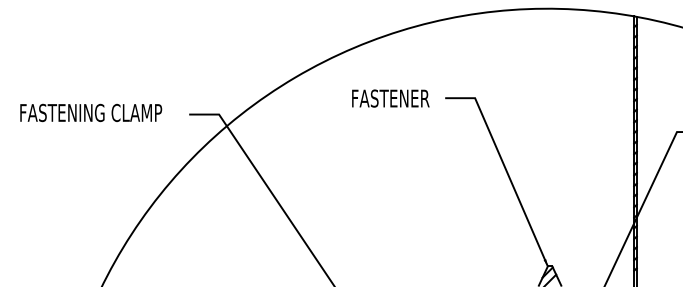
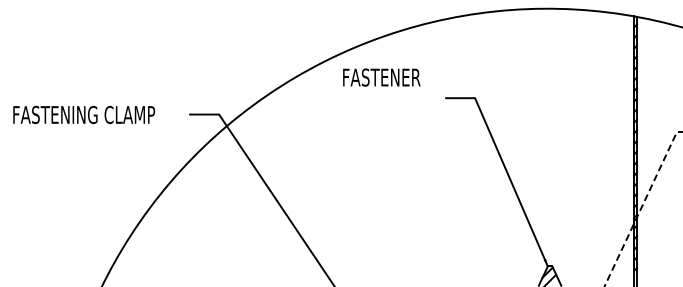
text at (390, 98) position: (390, 98) -> (381, 77)
text at (91, 112) position: (91, 112) -> (84, 114)
line at (642, 205): solid -> dashed
